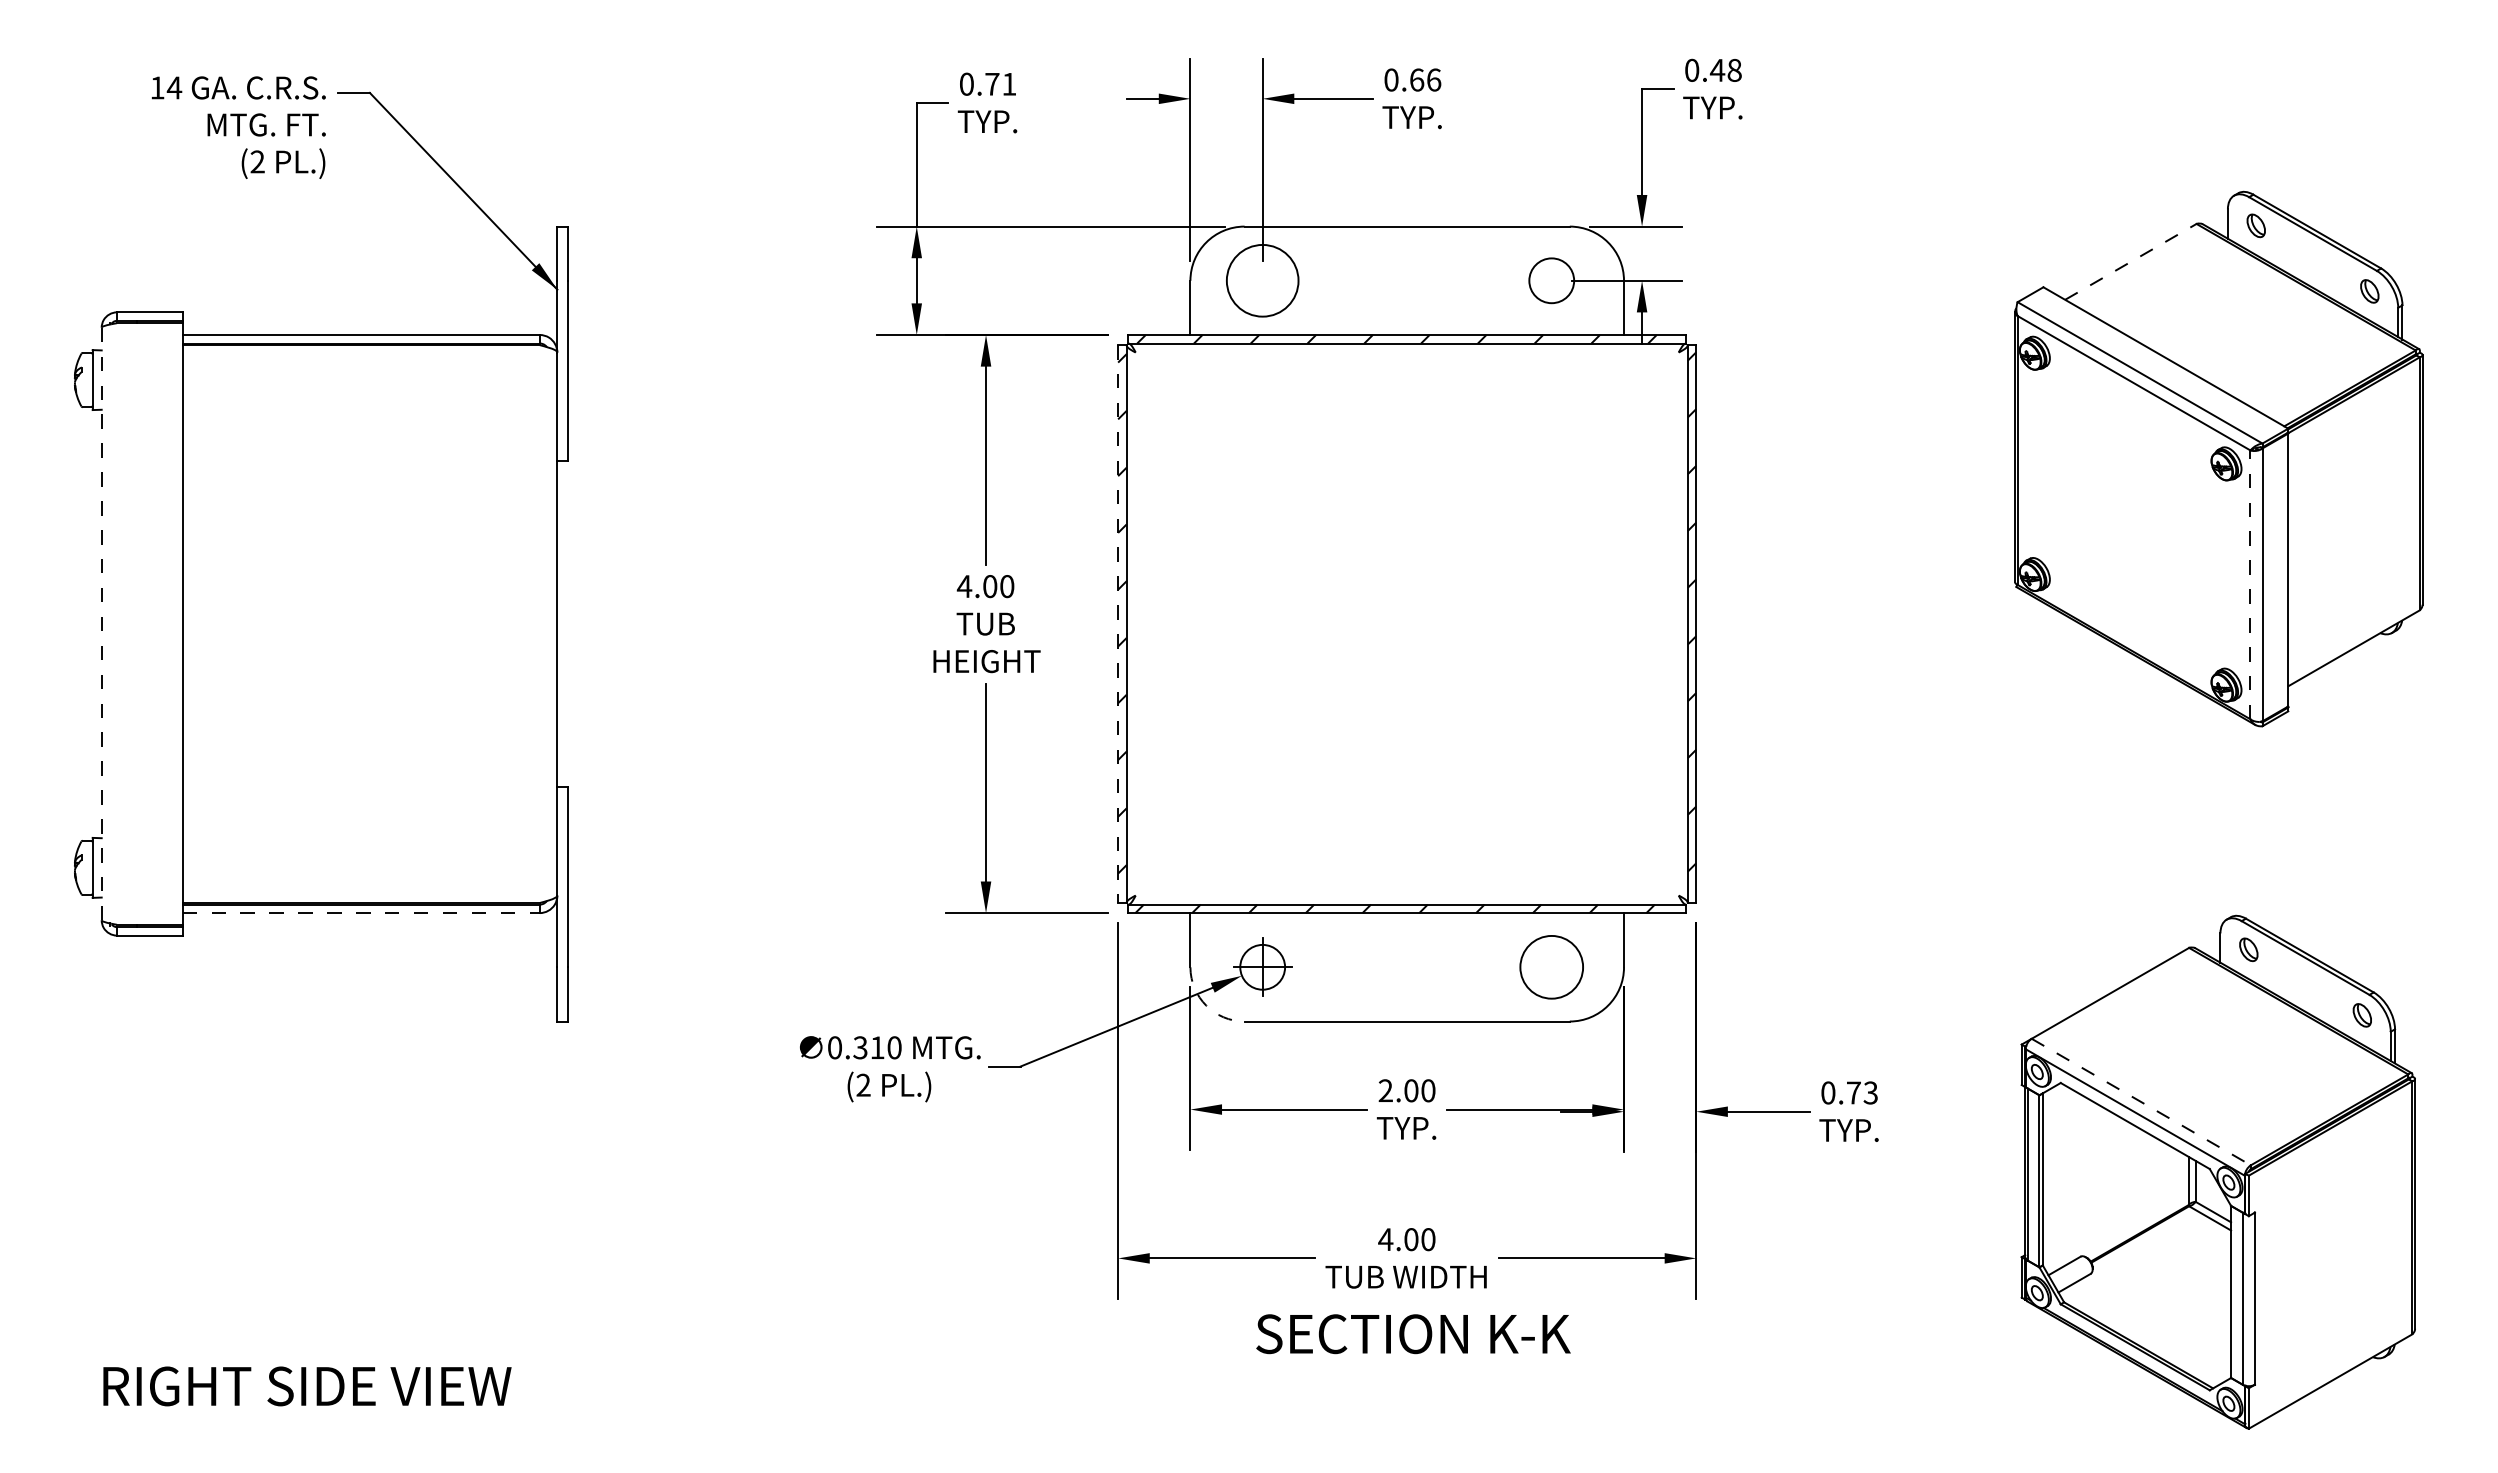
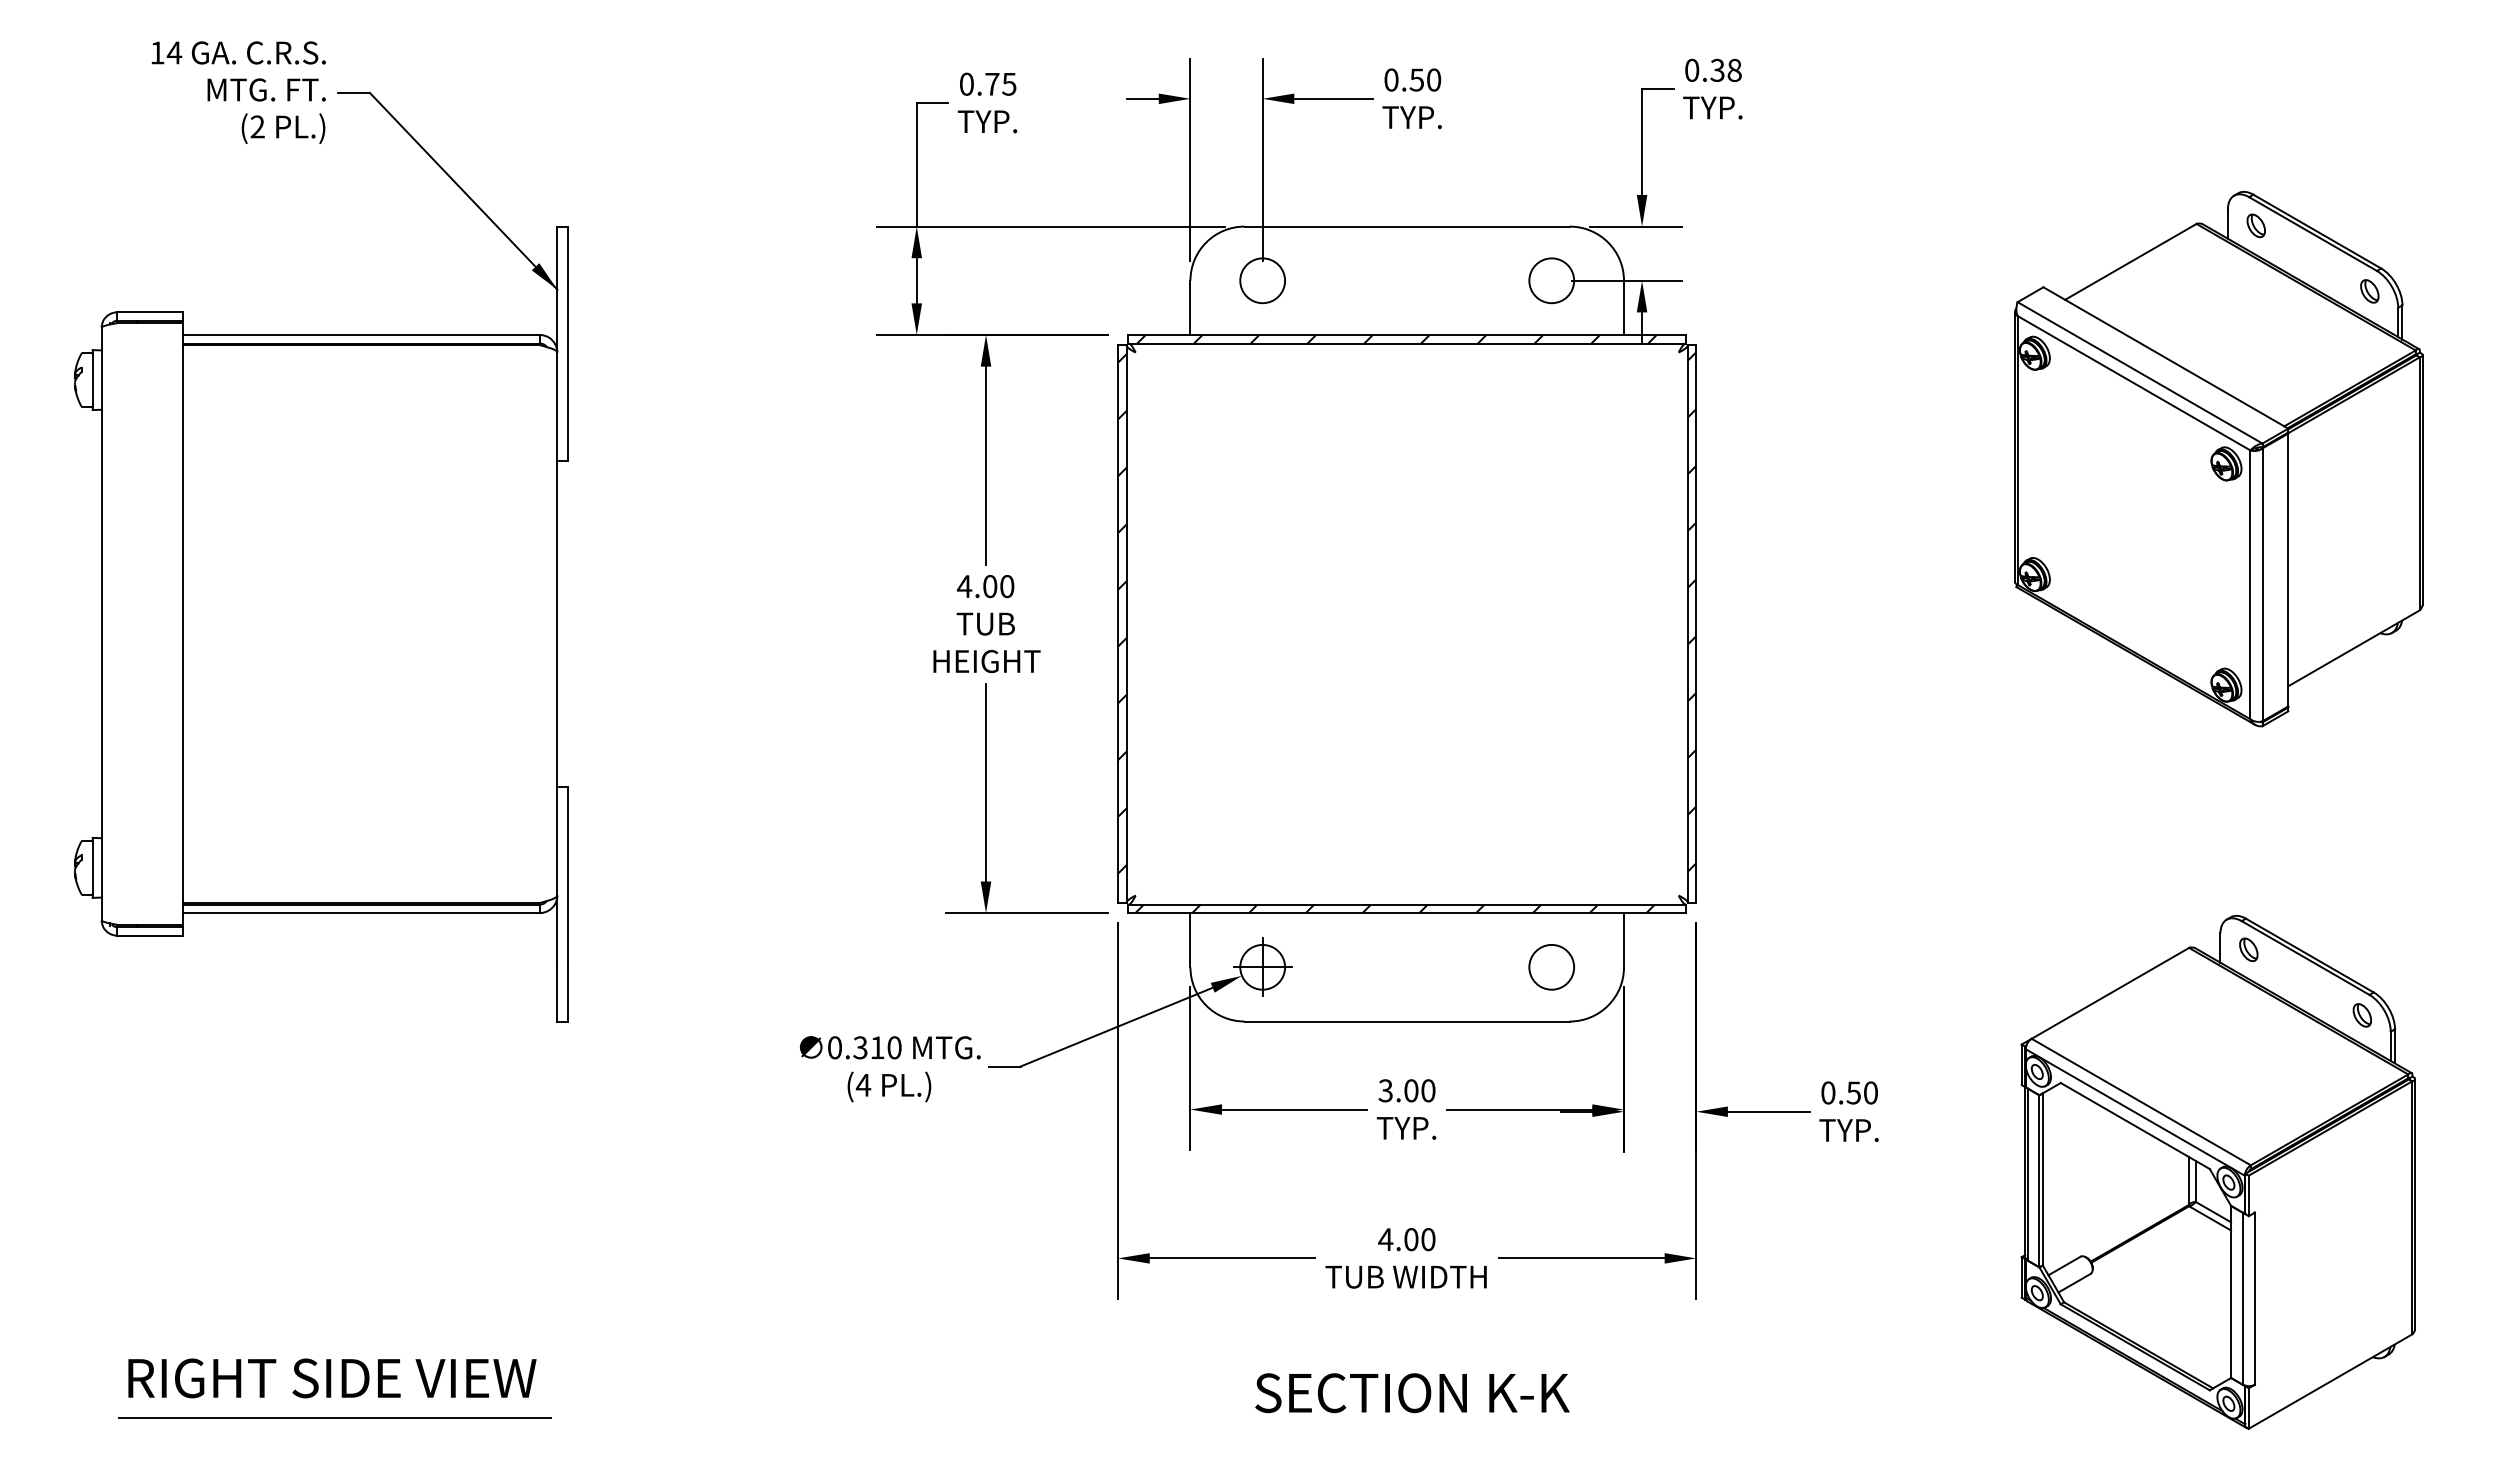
text at (1717, 69): 0.48 -> 0.38
text at (1425, 79): 0.66 -> 0.50
text at (1009, 84): 0.71 -> 0.75
text at (238, 127) position: (238, 127) -> (238, 92)
line at (2130, 261): dashed -> solid
circle at (1262, 280) diameter: 72 px -> 45 px
line at (2250, 584): dashed -> solid
line at (101, 623): dashed -> solid
line at (1118, 624): dashed -> solid
line at (361, 913): dashed -> solid
circle at (1551, 966) diameter: 63 px -> 45 px
arc at (1206, 1005): dashed -> solid
text at (863, 1084): (2 -> (4
text at (1385, 1090): 2.00 -> 3.00
text at (1861, 1092): 0.73 -> 0.50
line at (2141, 1102): dashed -> solid
text at (1413, 1334) position: (1413, 1334) -> (1412, 1393)
text at (307, 1386) position: (307, 1386) -> (332, 1378)
line at (335, 1417): none -> present
